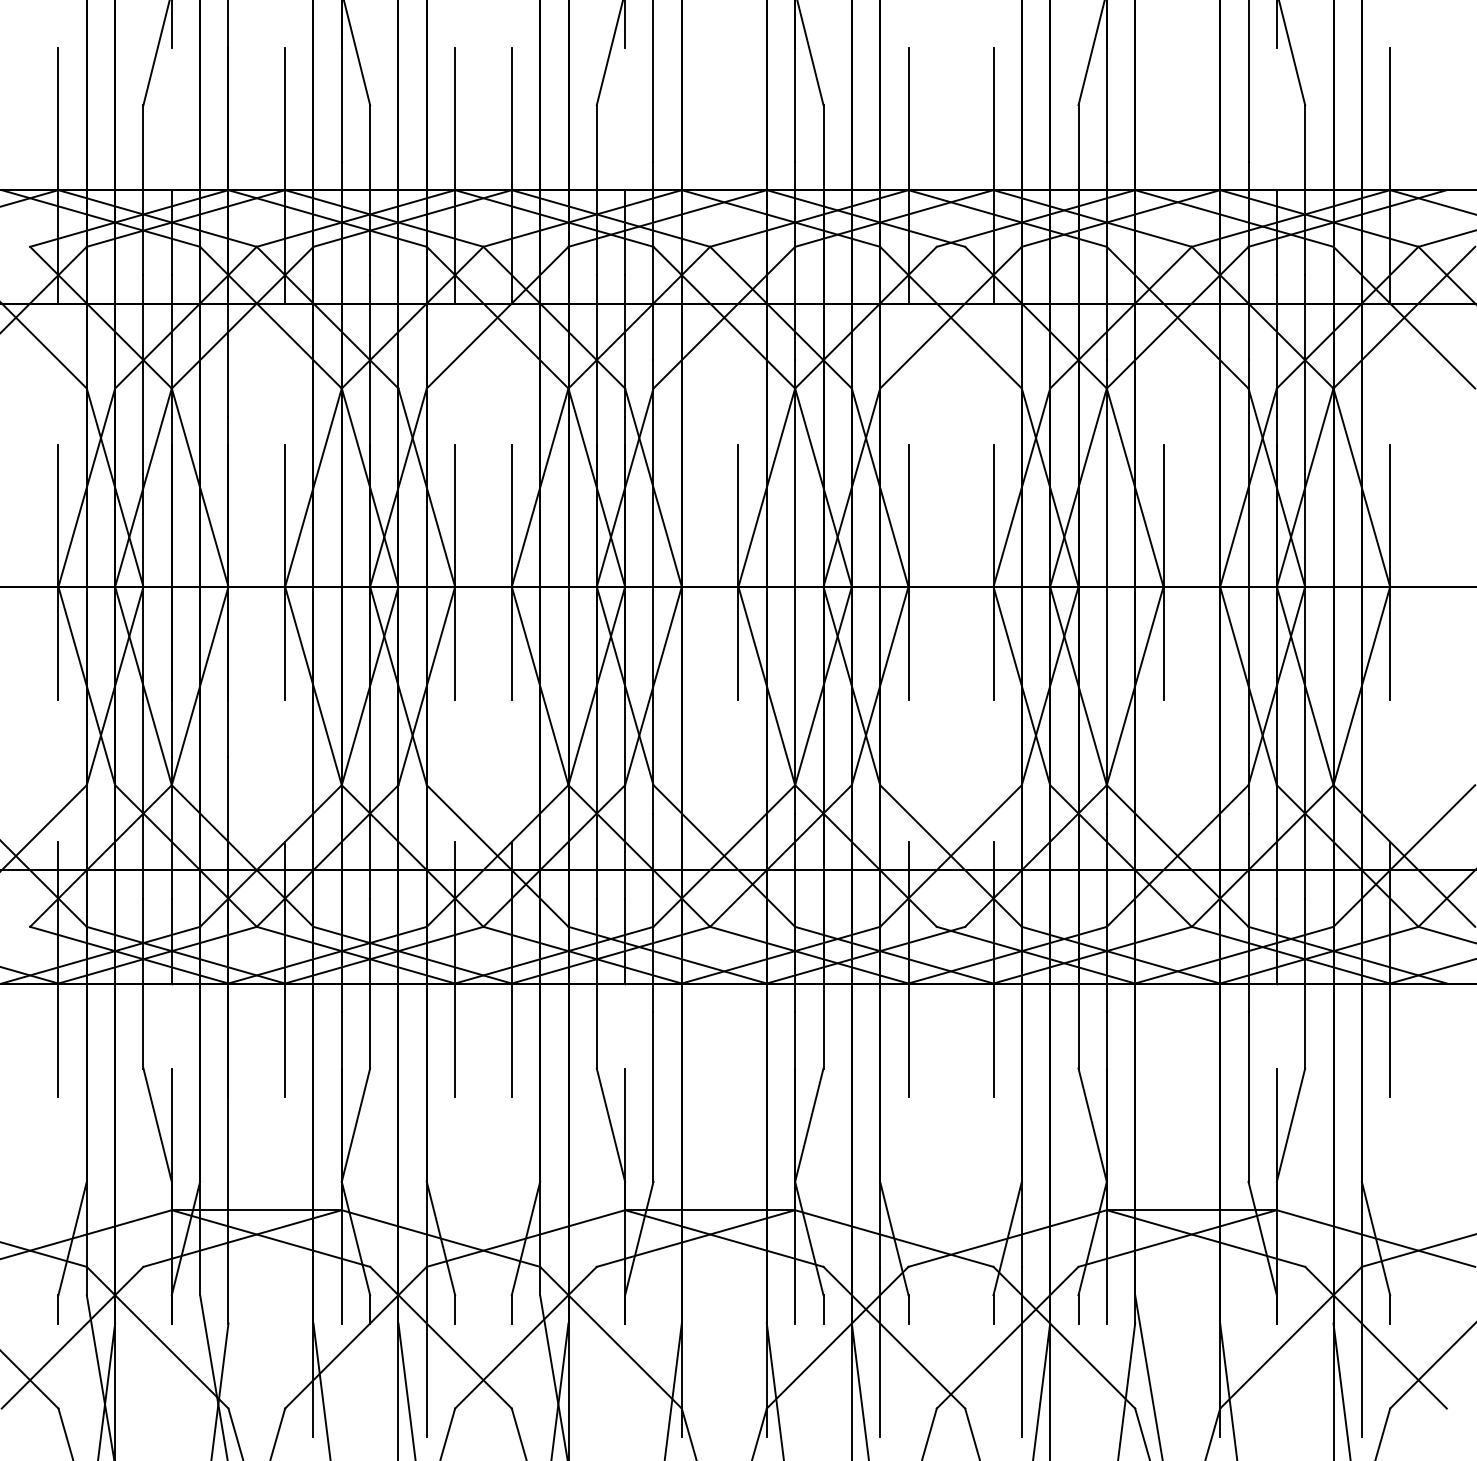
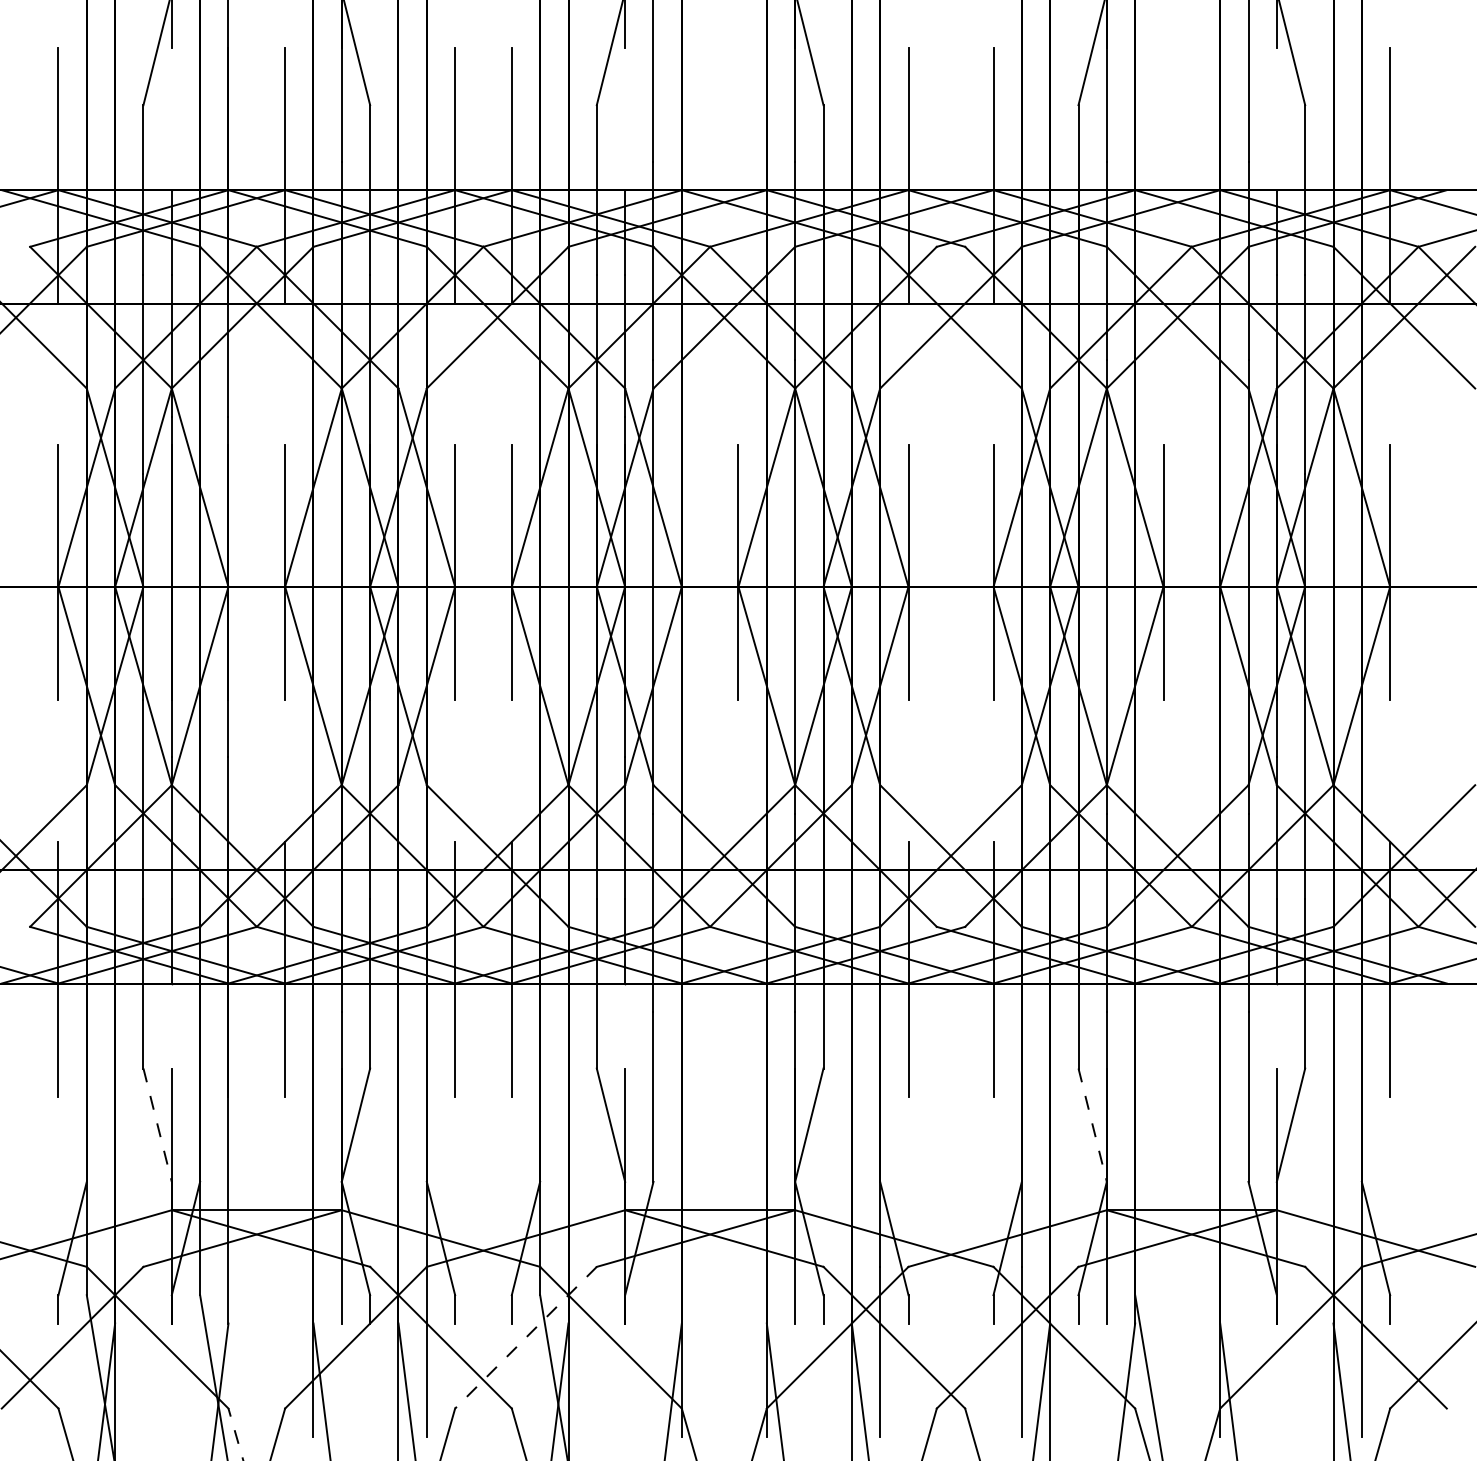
line at (157, 1125): solid -> dashed
line at (1092, 1125): solid -> dashed
line at (525, 1338): solid -> dashed
line at (235, 1434): solid -> dashed
